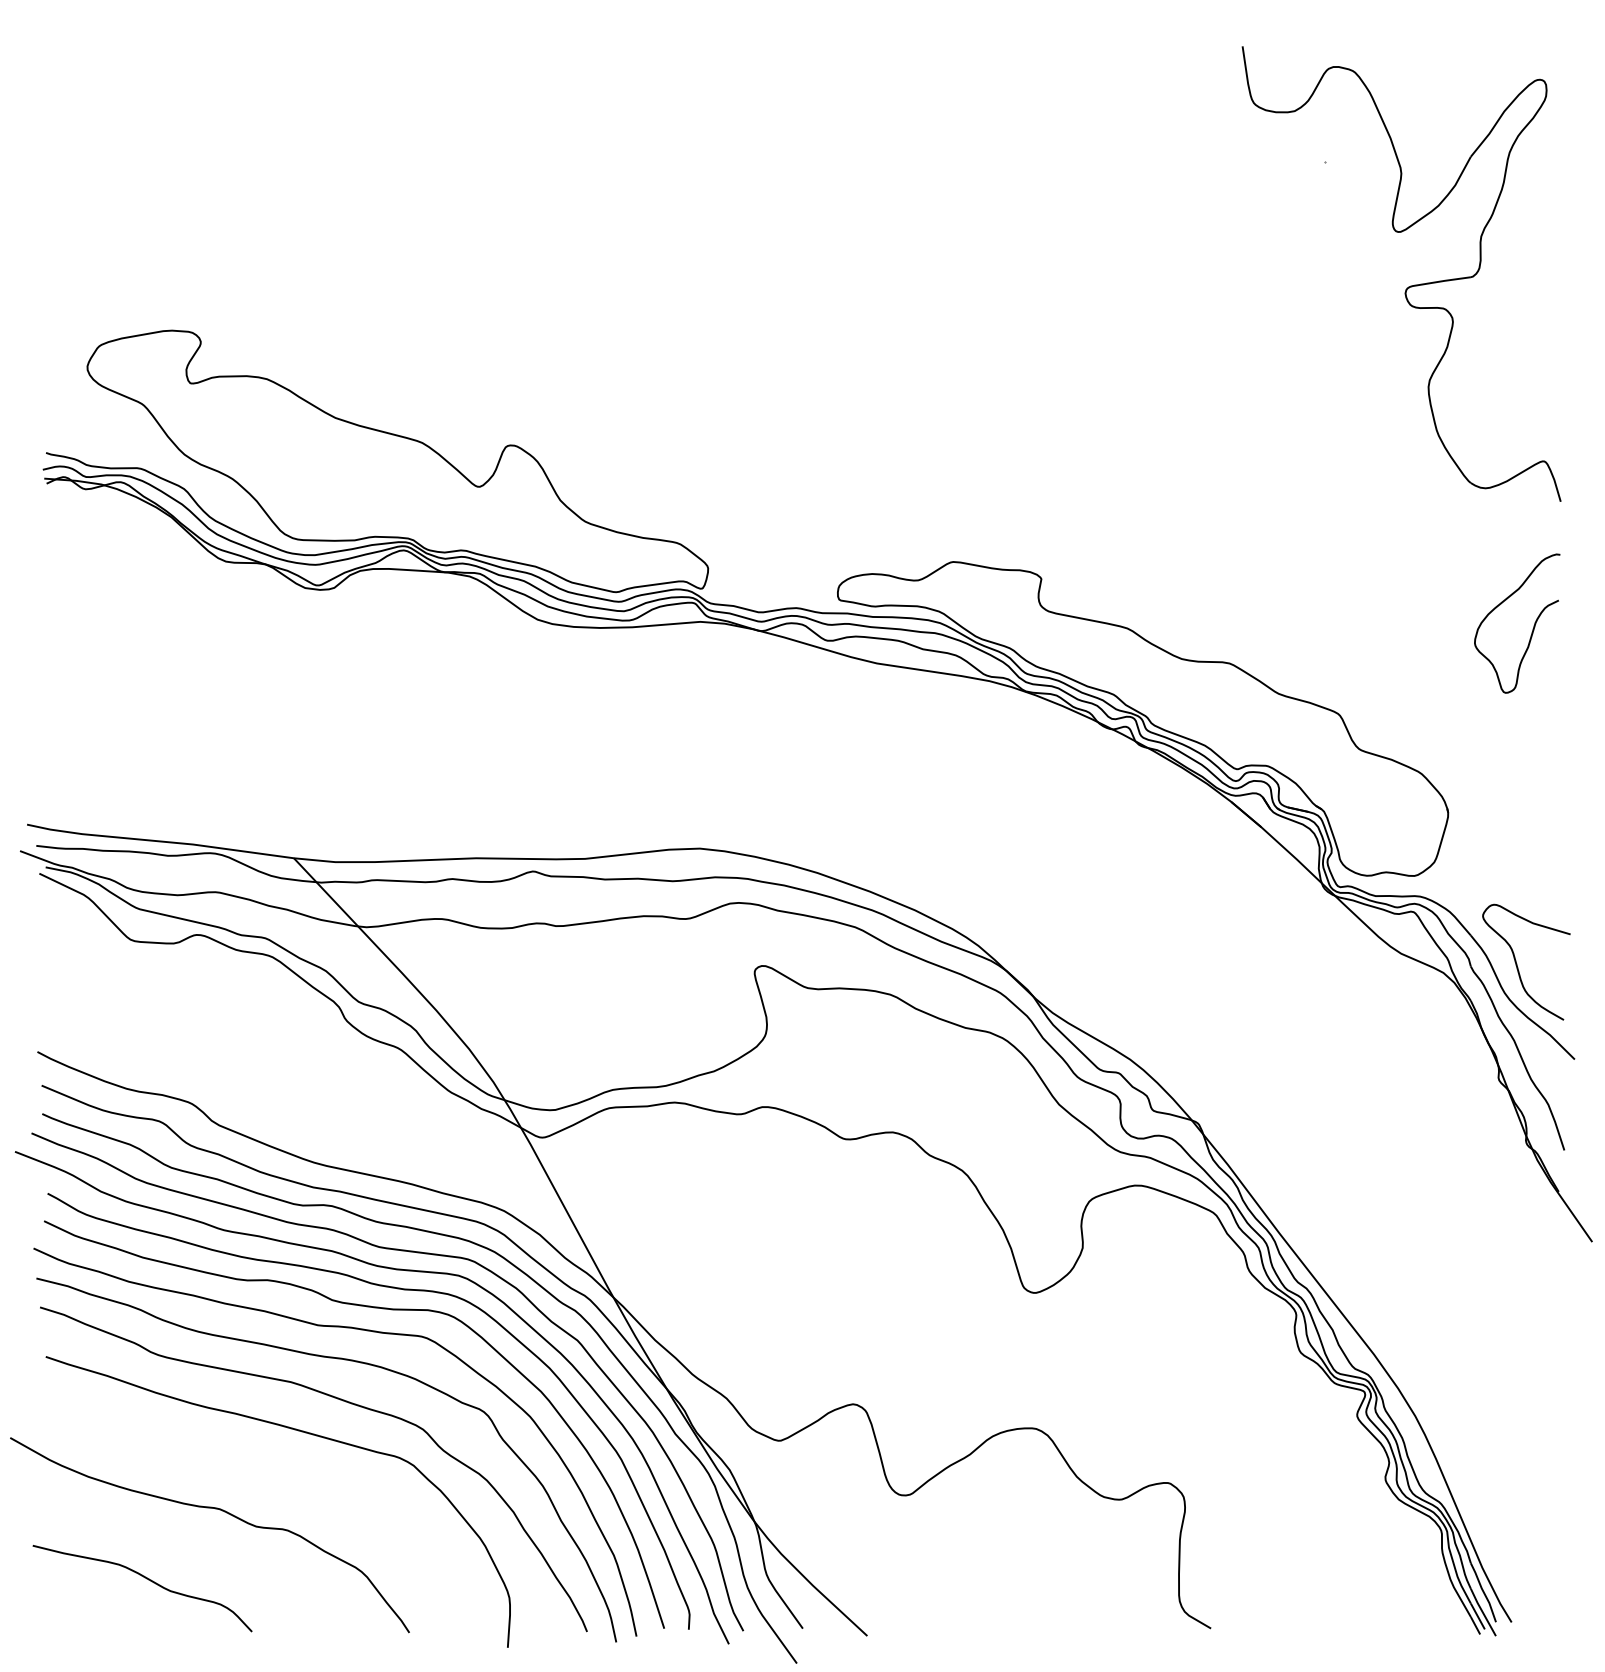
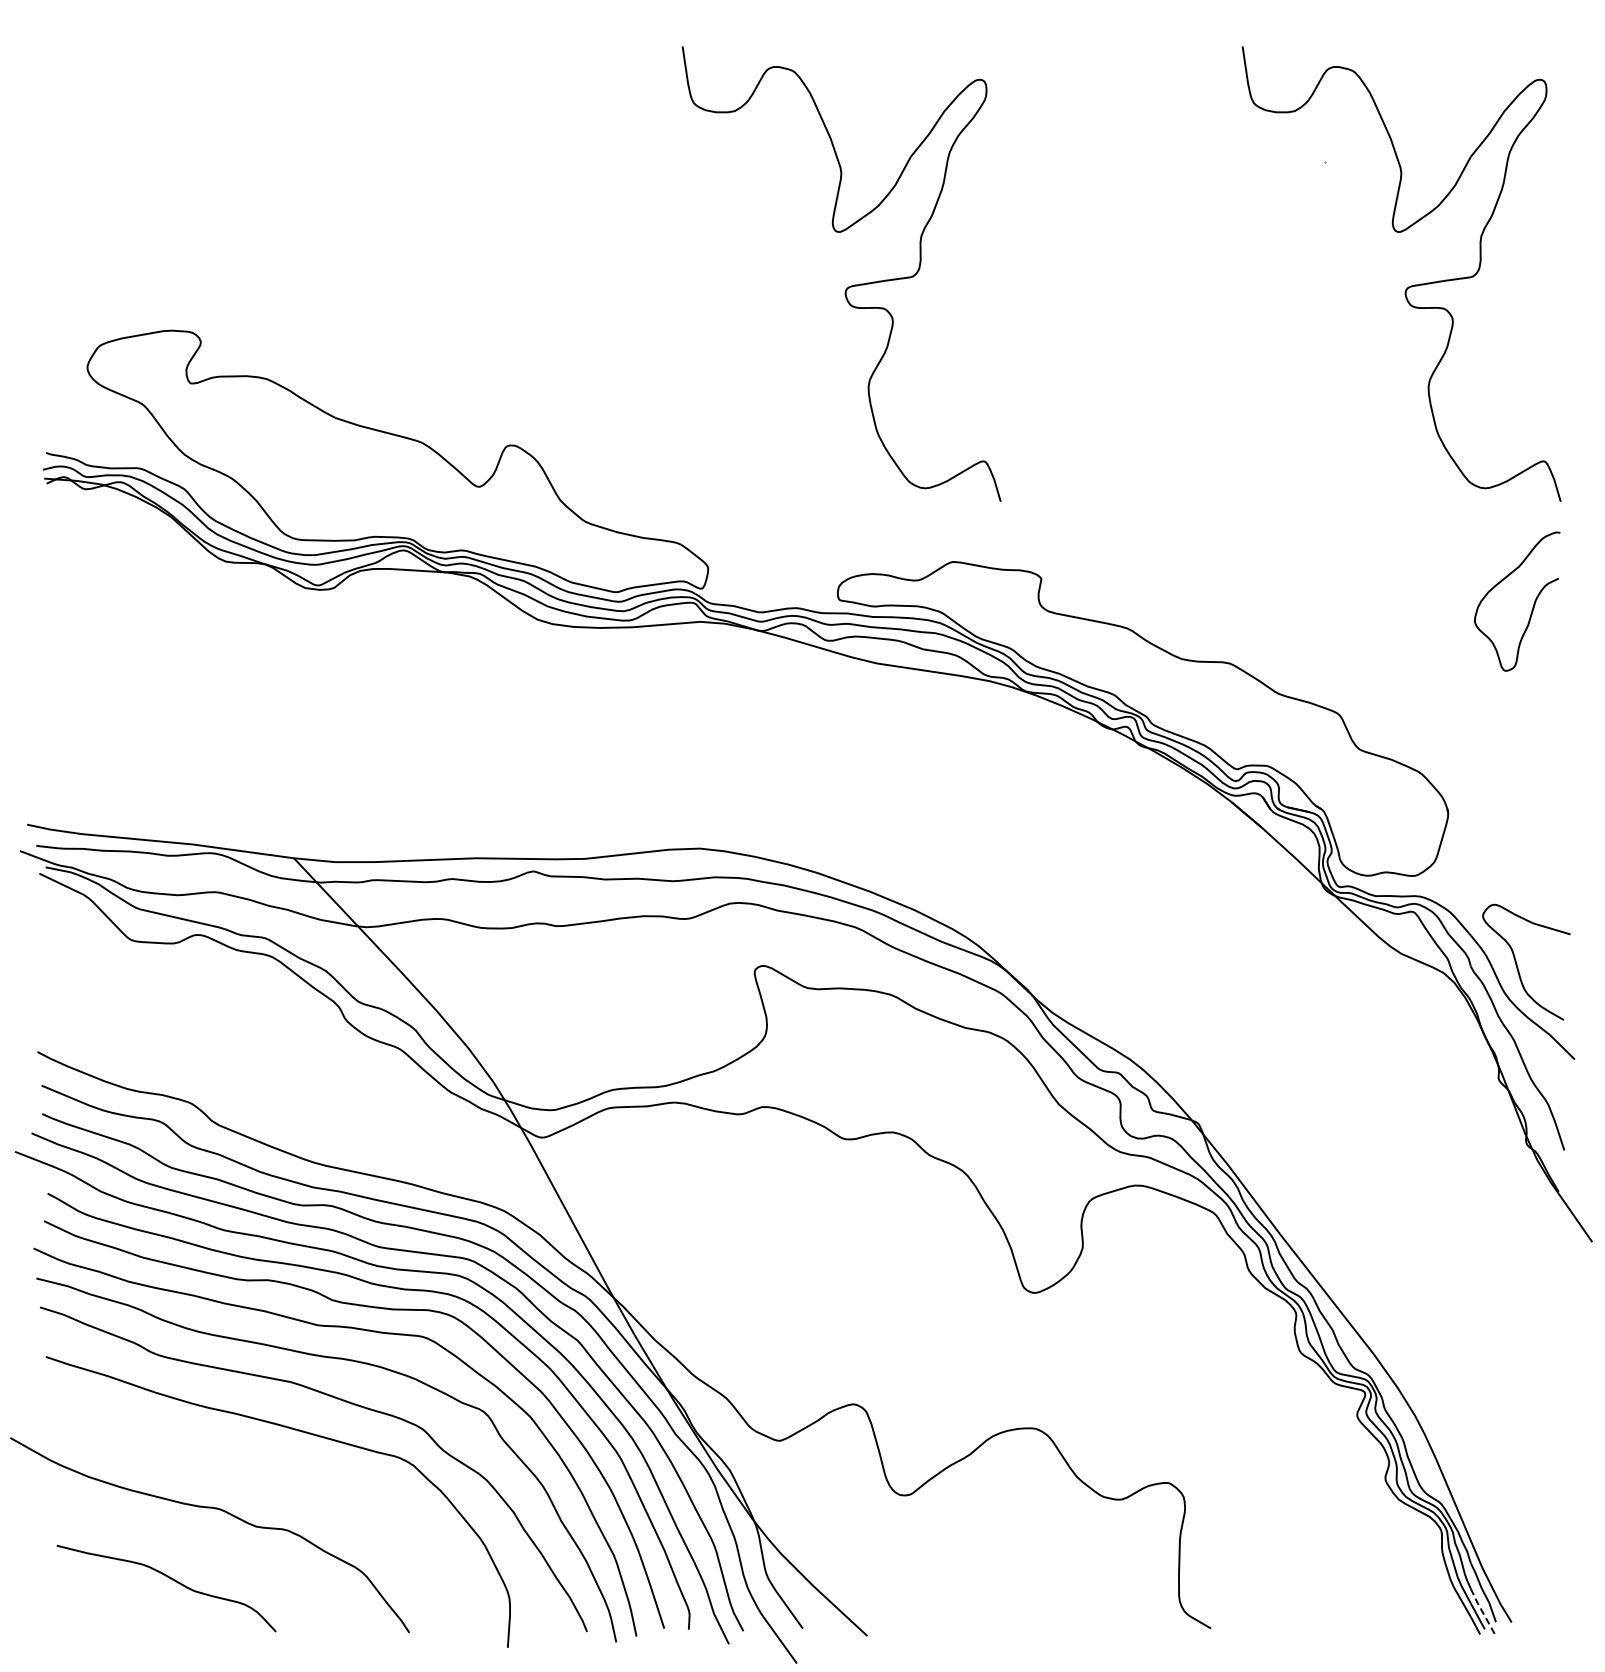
part at (848, 286): none -> present
curve at (1533, 625) position: (1533, 625) -> (1533, 603)
curve at (146, 1579) position: (146, 1579) -> (170, 1579)
line at (1482, 1612): solid -> dashed
